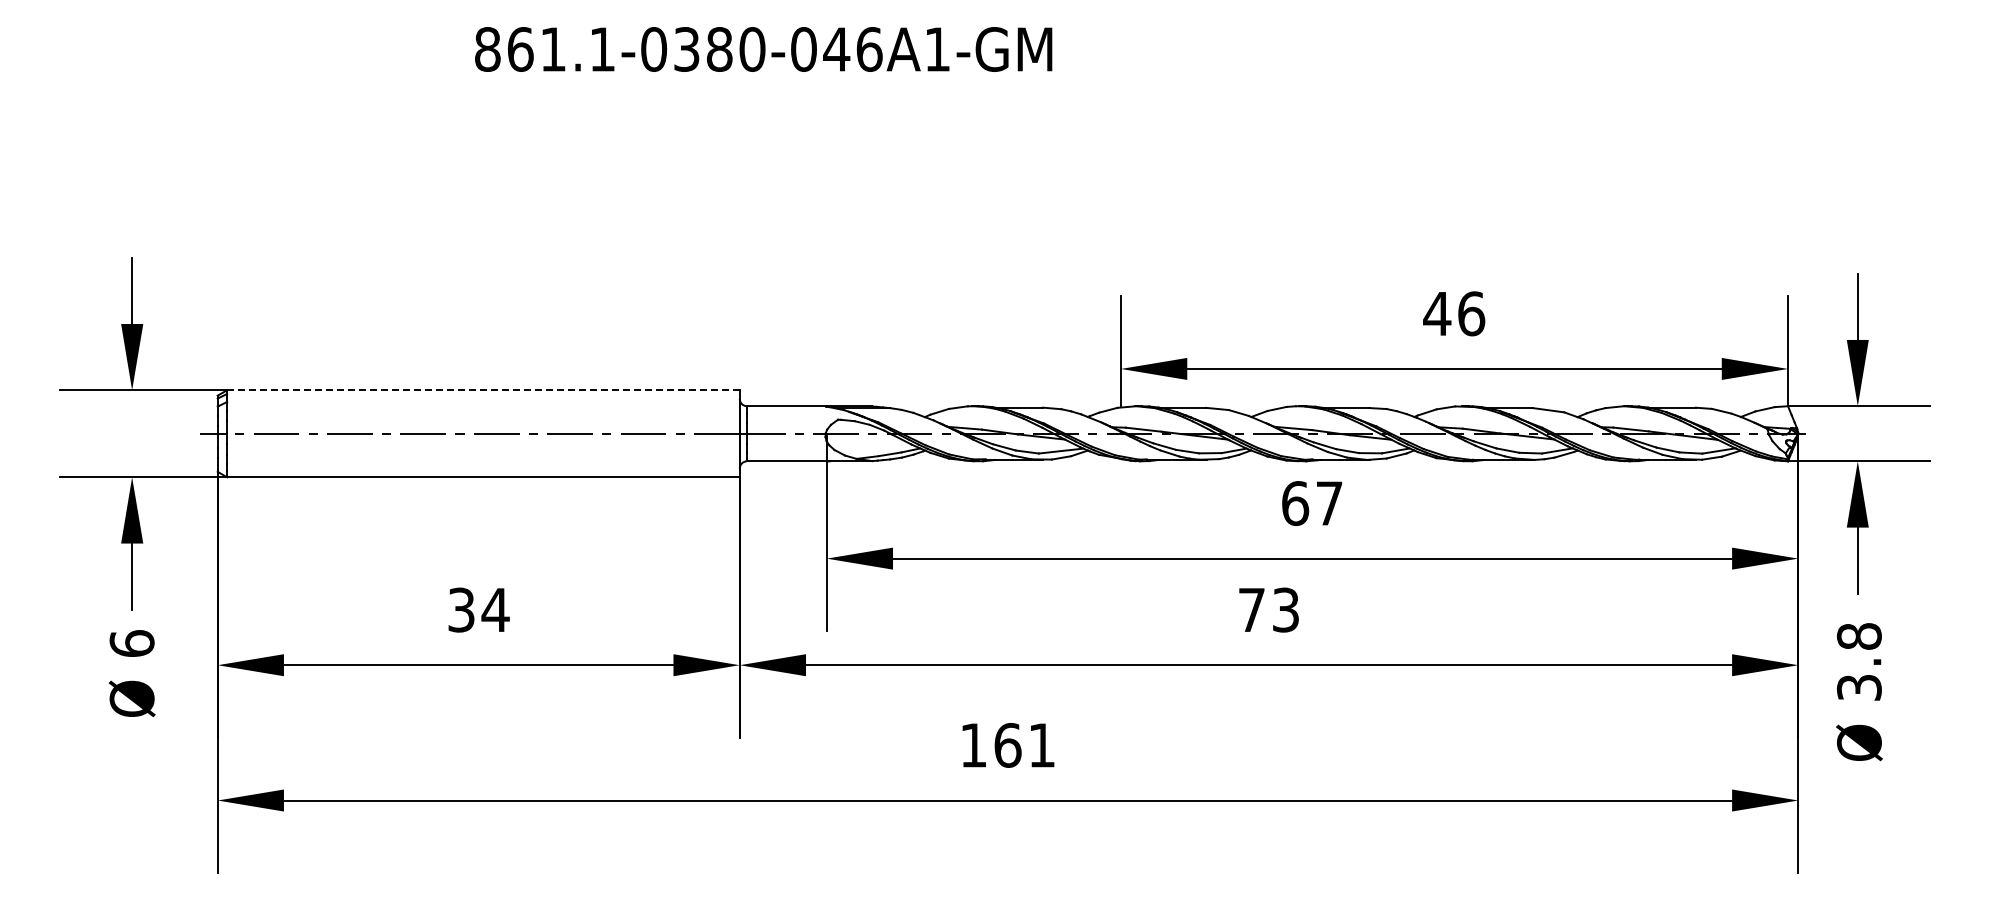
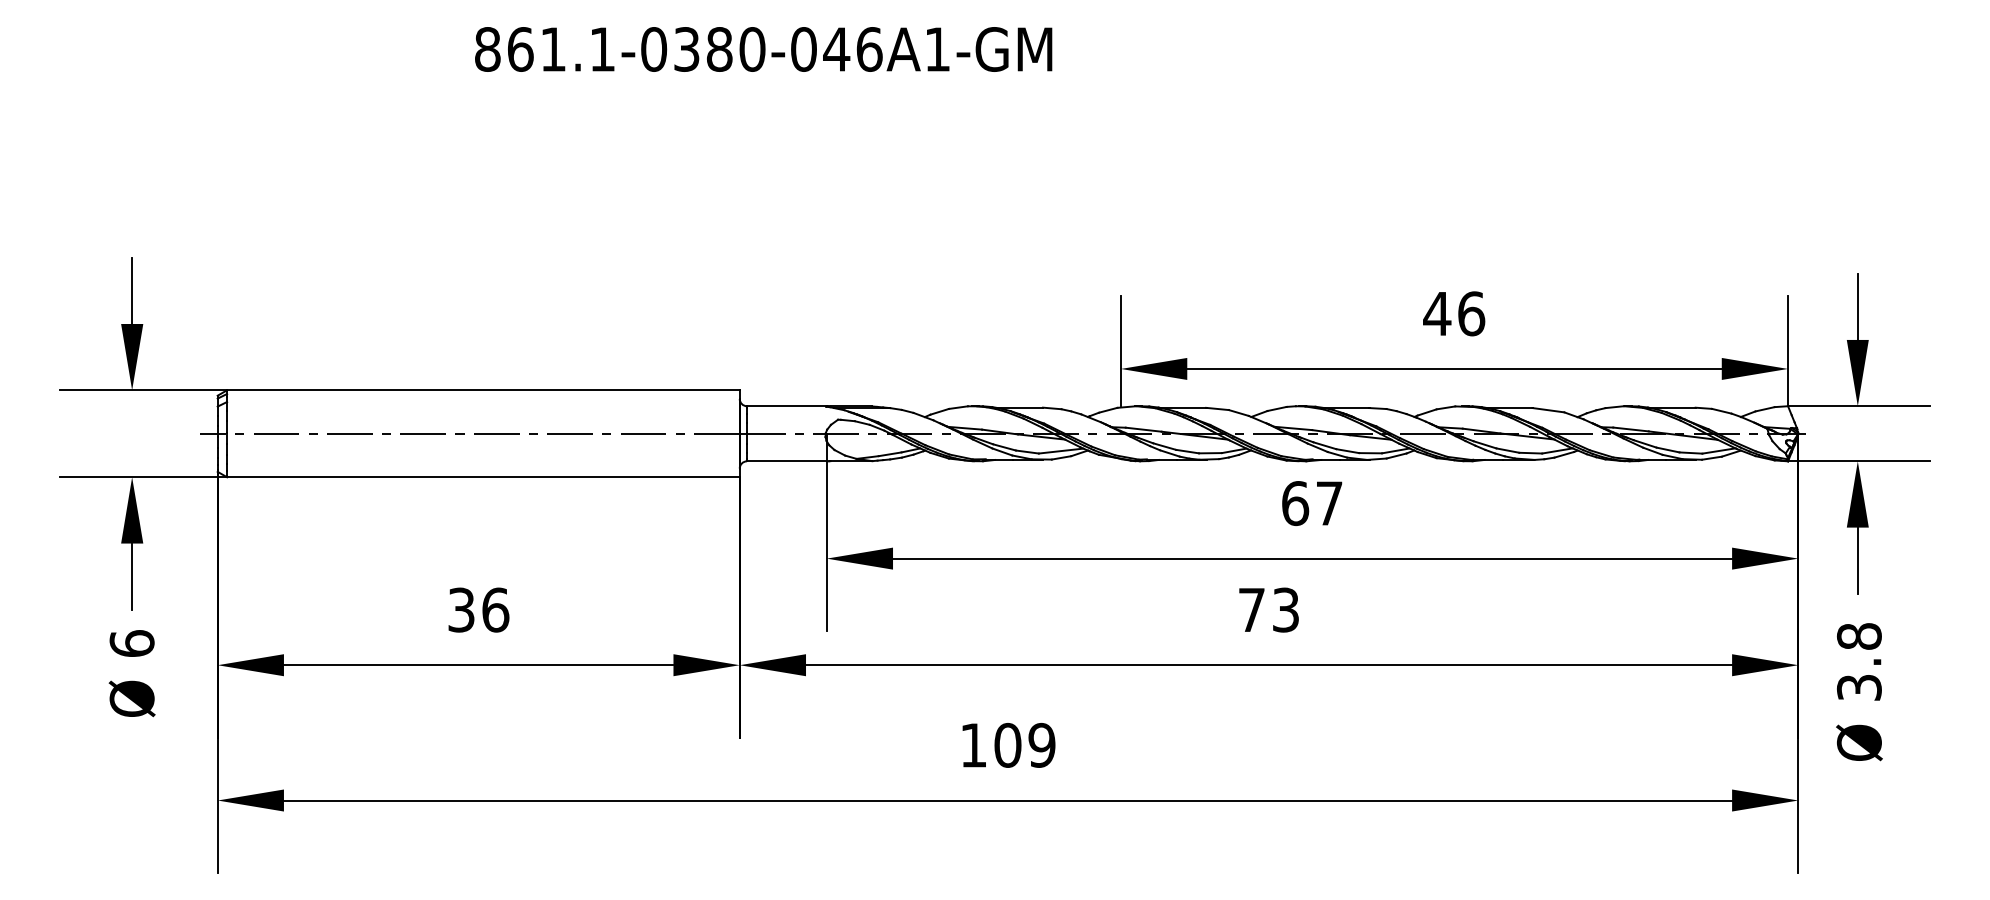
line at (482, 390): dashed -> solid
text at (495, 609): 34 -> 36
text at (1024, 744): 161 -> 109
